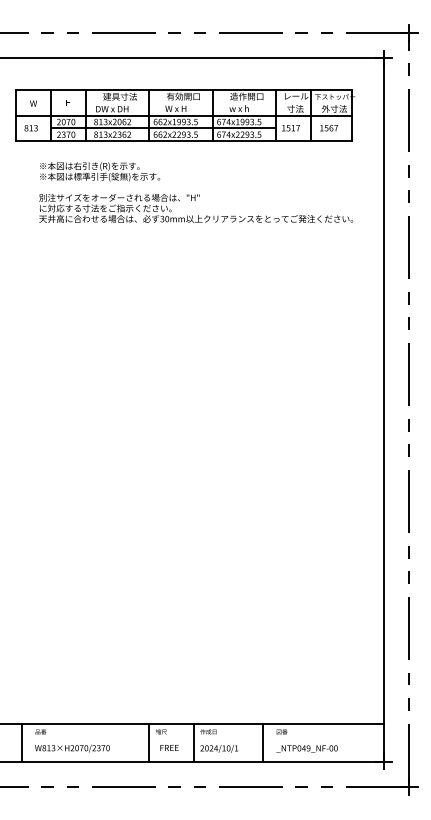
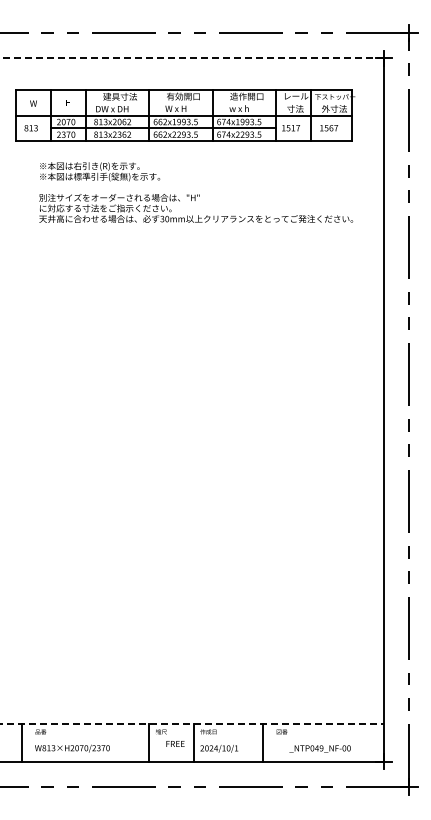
line at (192, 58): solid -> dashed
line at (192, 723): solid -> dashed
text at (169, 747) position: (169, 747) -> (175, 743)
text at (306, 748) position: (306, 748) -> (319, 748)
